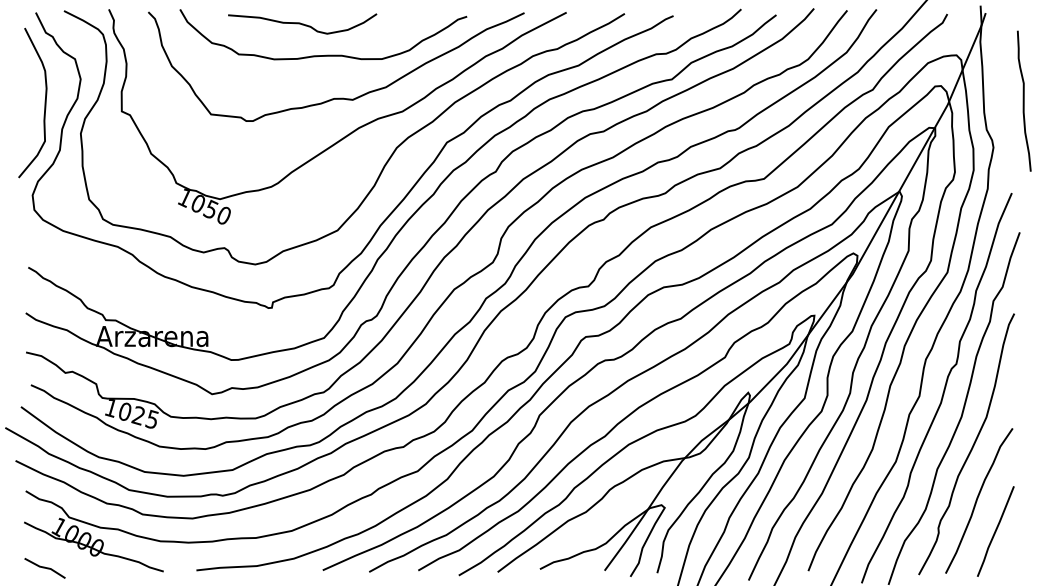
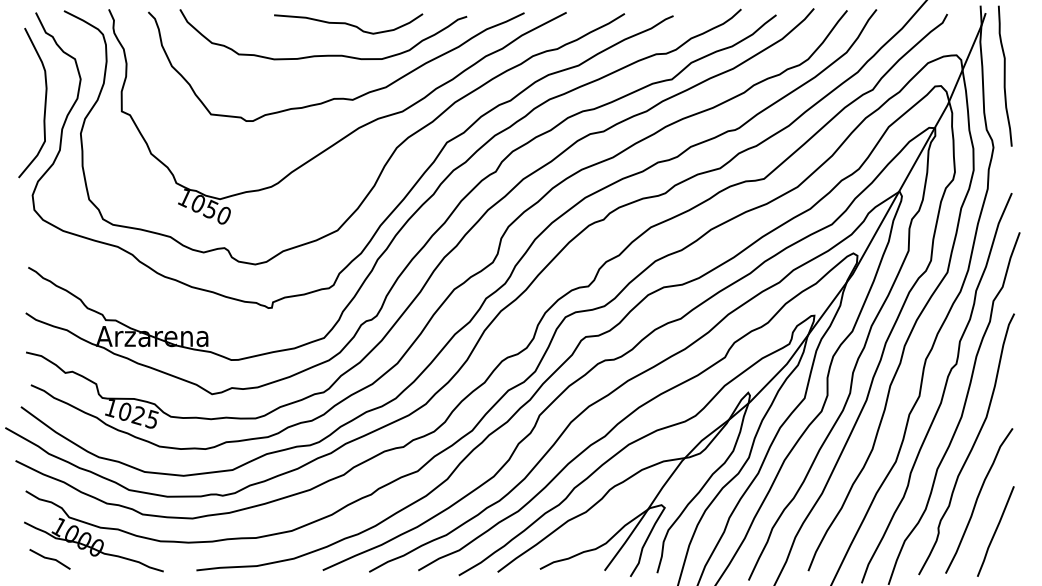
curve at (302, 23) position: (302, 23) -> (348, 23)
curve at (1024, 100) position: (1024, 100) -> (1005, 75)
line at (44, 568) position: (44, 568) -> (49, 559)
